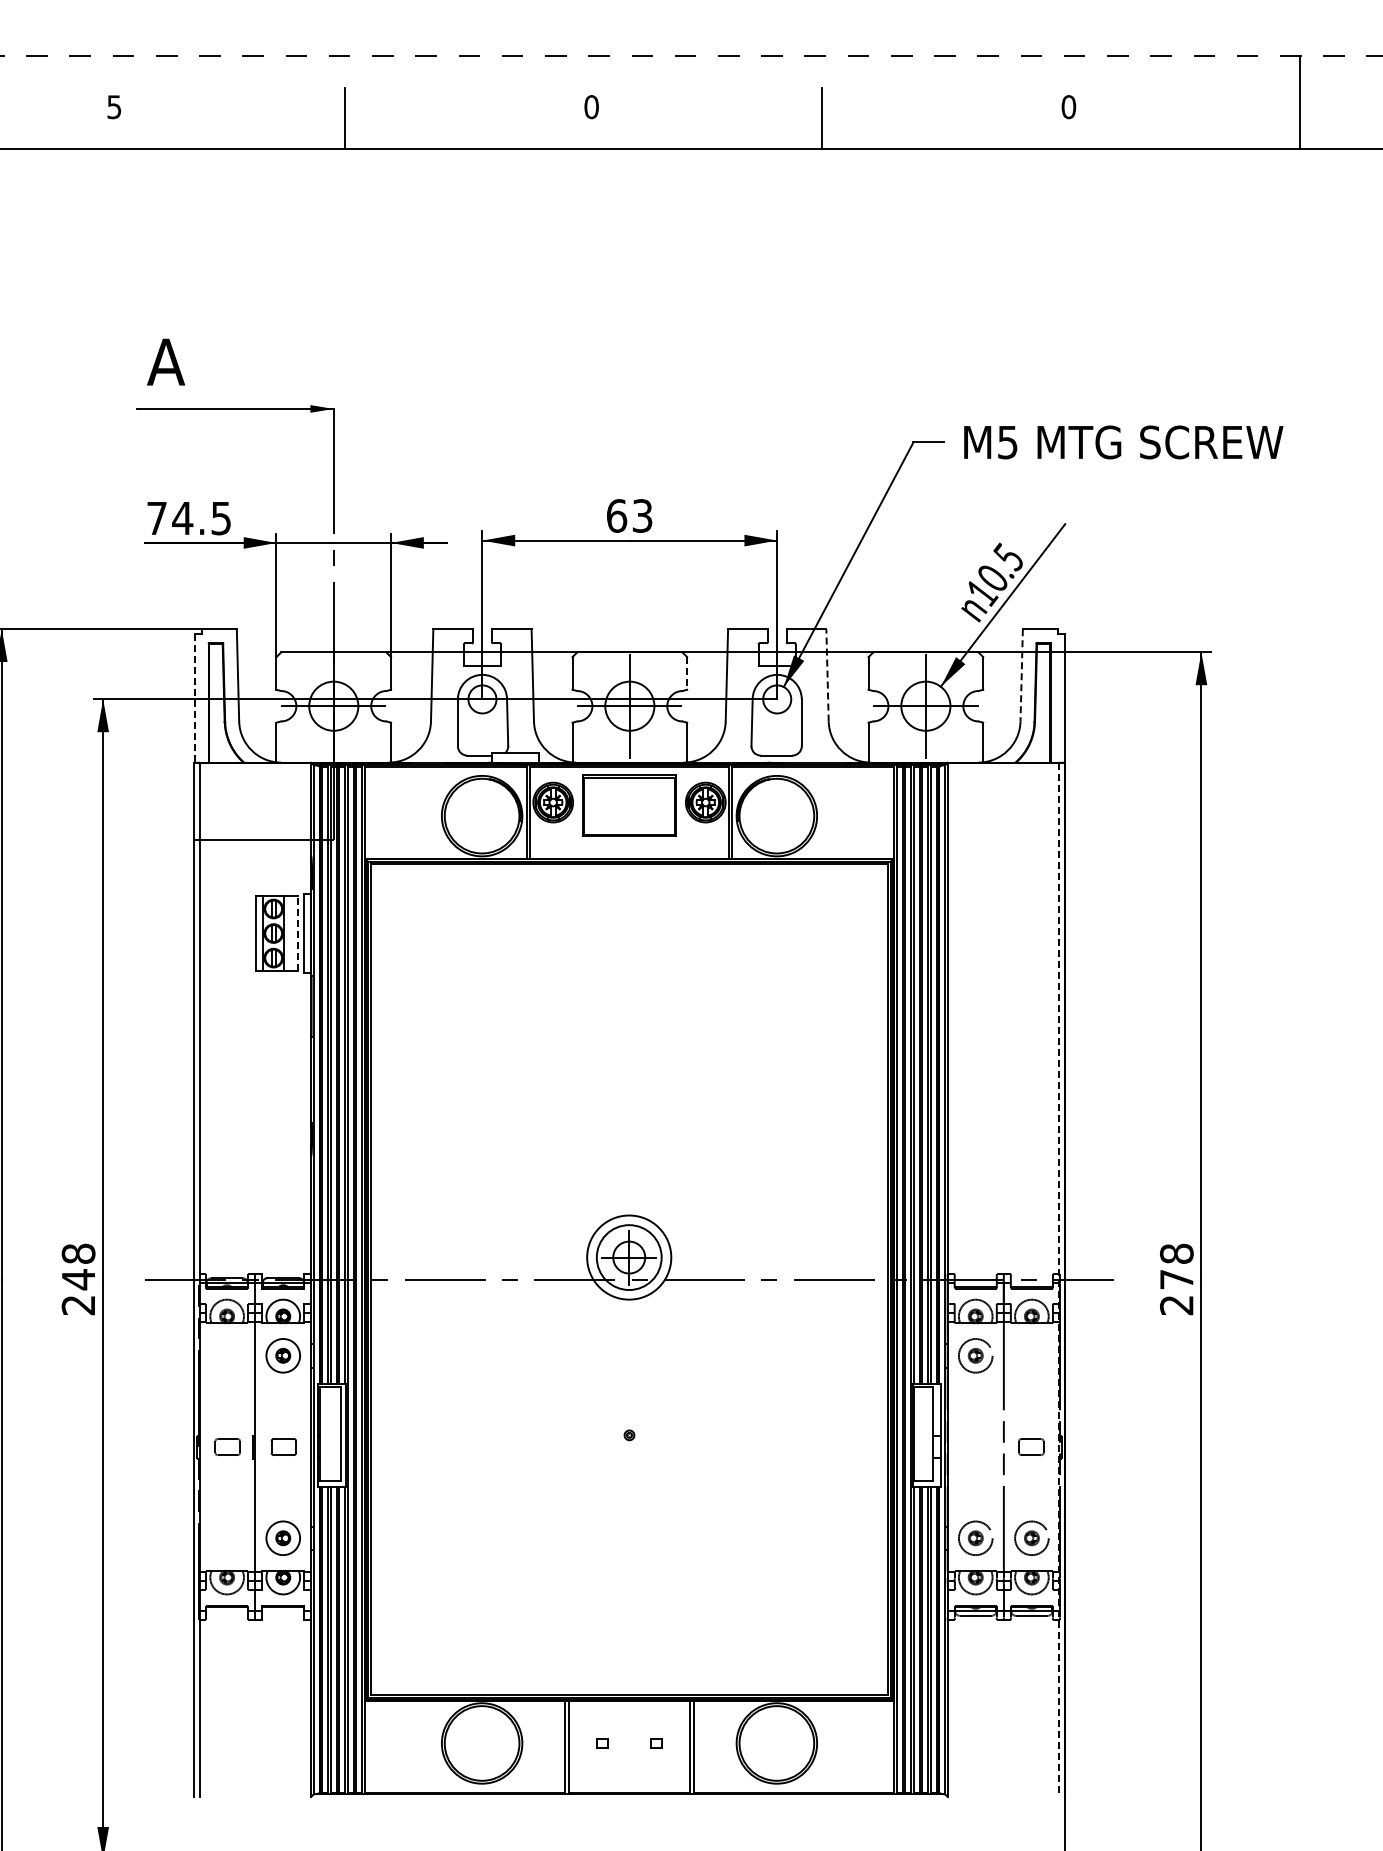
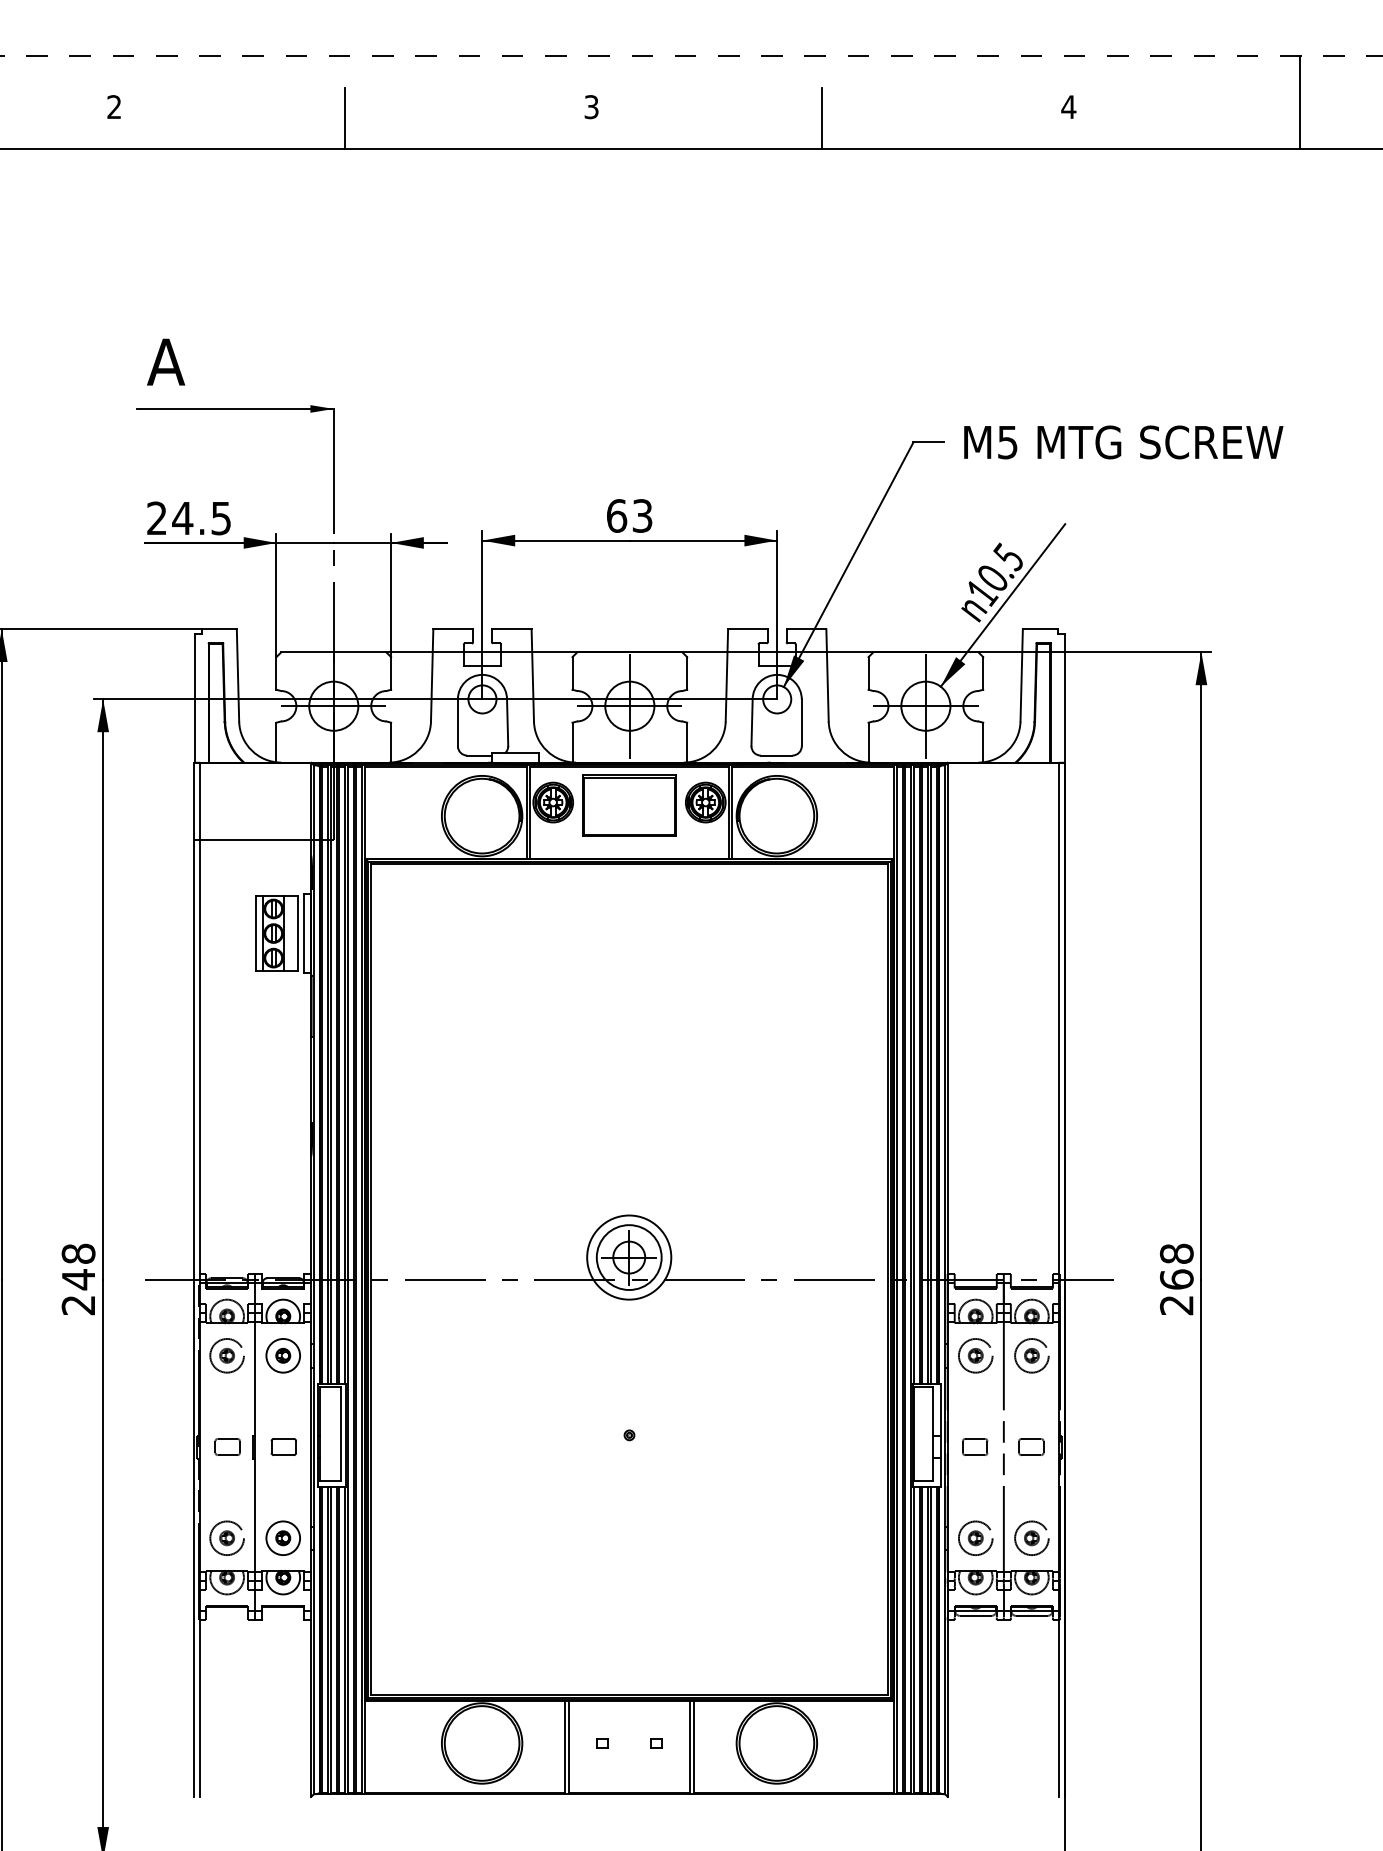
text at (114, 107): 5 -> 2
text at (591, 107): 0 -> 3
text at (1068, 107): 0 -> 4
text at (156, 517): 74.5 -> 24.5
line at (687, 673): dashed -> solid
line at (827, 674): dashed -> solid
line at (1021, 675): dashed -> solid
line at (194, 698): dashed -> solid
line at (298, 933): dashed -> solid
text at (1176, 1279): 278 -> 268
line at (1058, 1280): dashed -> solid
part at (226, 1355): none -> present
part at (1031, 1355): none -> present
part at (975, 1447): none -> present
part at (226, 1537): none -> present
